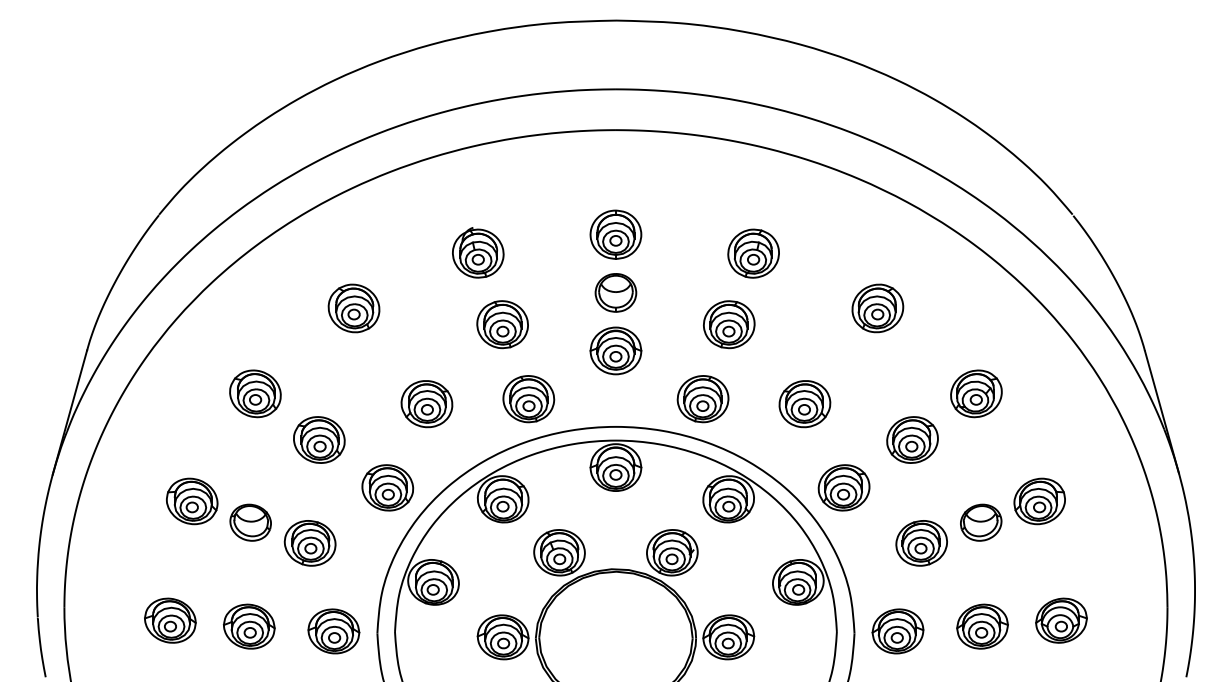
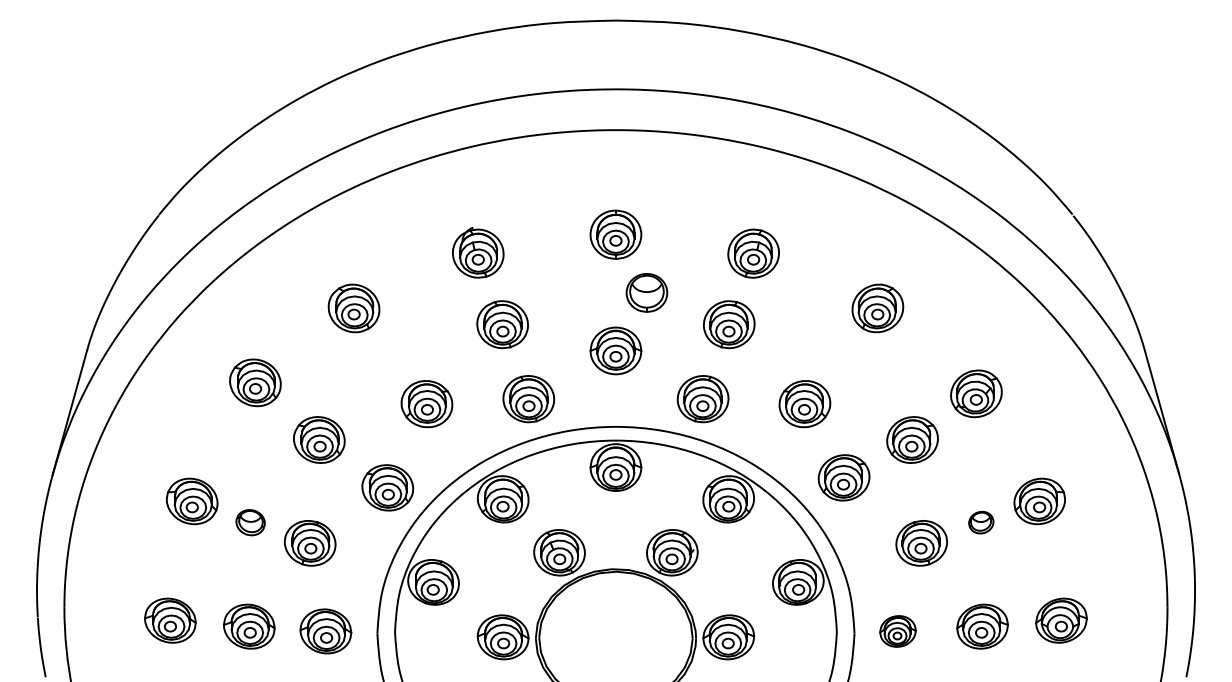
part at (615, 292) position: (615, 292) -> (646, 292)
part at (255, 393) position: (255, 393) -> (255, 382)
part at (843, 487) position: (843, 487) -> (843, 477)
part at (250, 522) size: 43x39 px -> 31x28 px
part at (981, 522) size: 43x39 px -> 27x25 px
part at (333, 631) position: (333, 631) -> (325, 631)
part at (897, 631) size: 54x47 px -> 38x33 px
